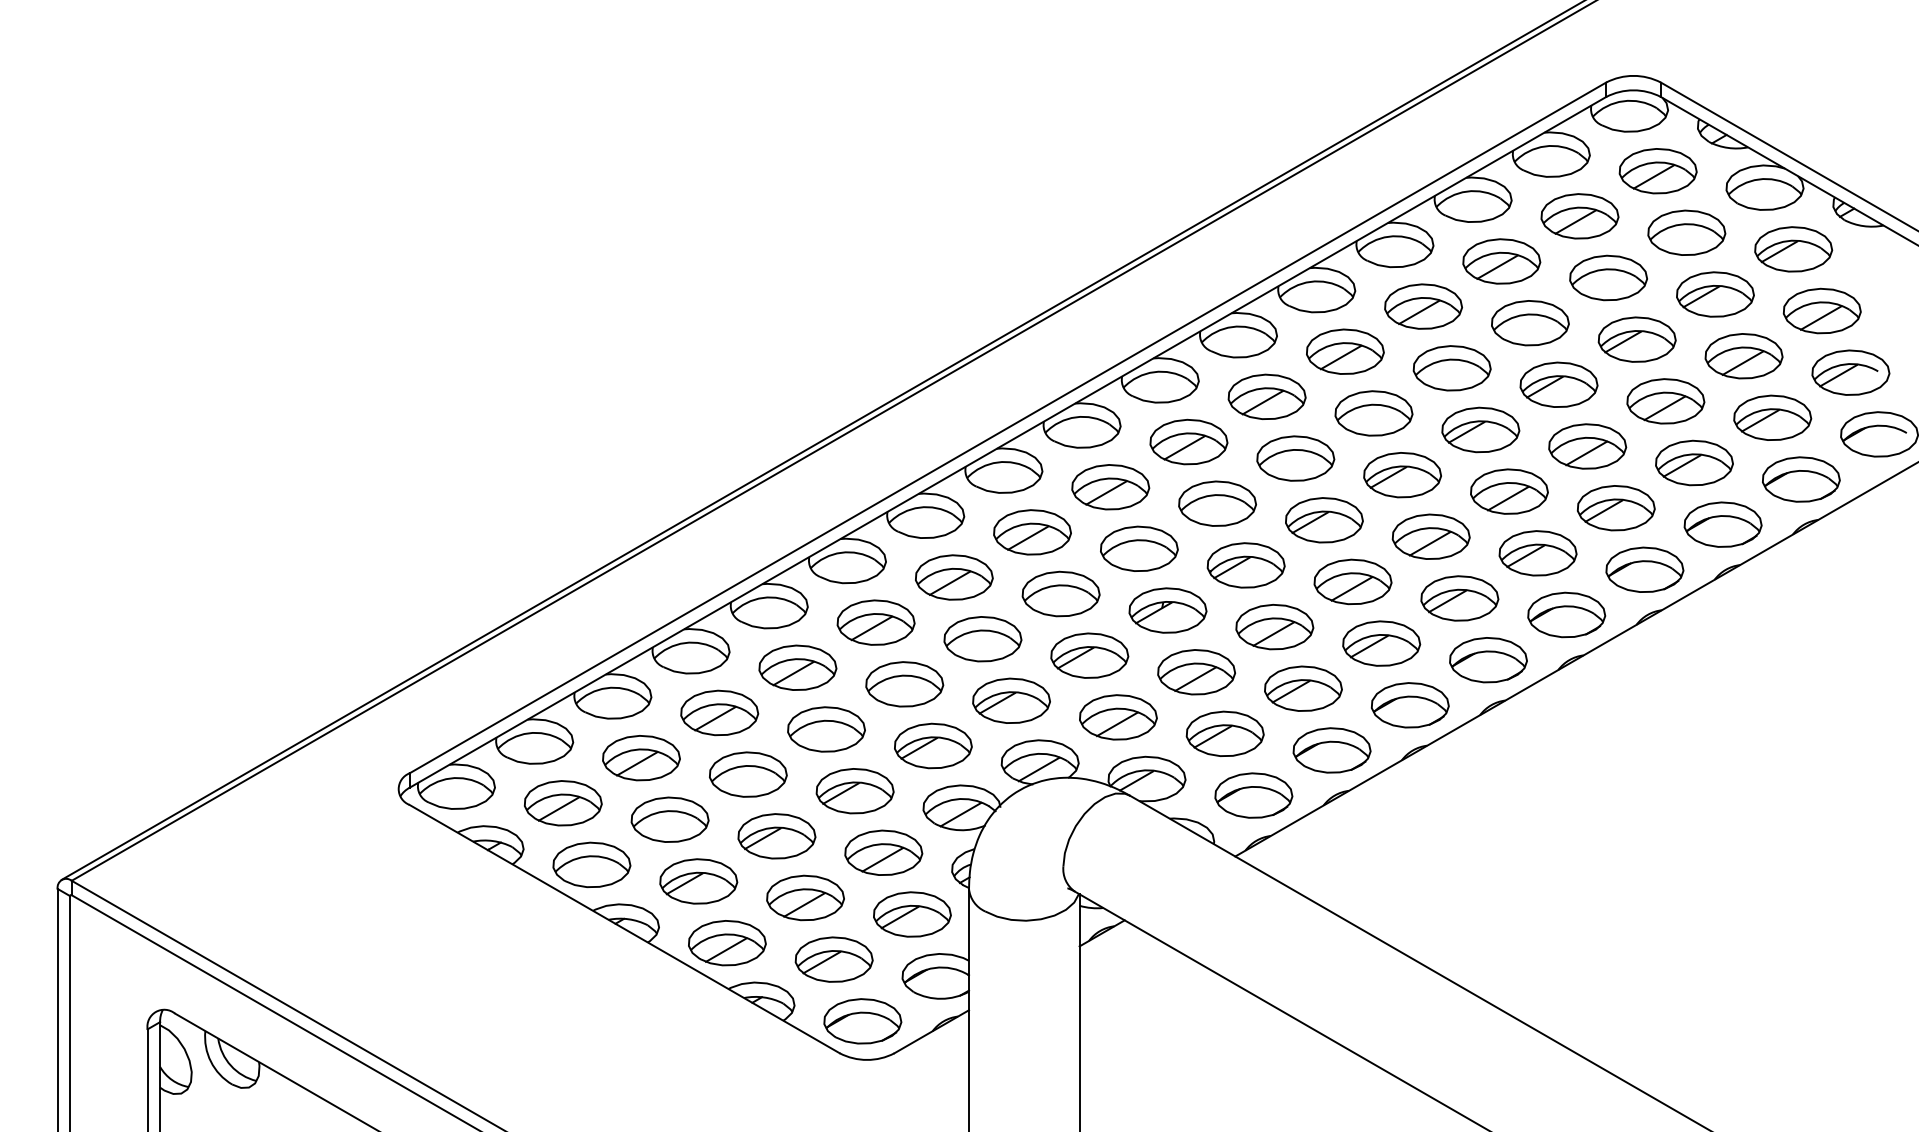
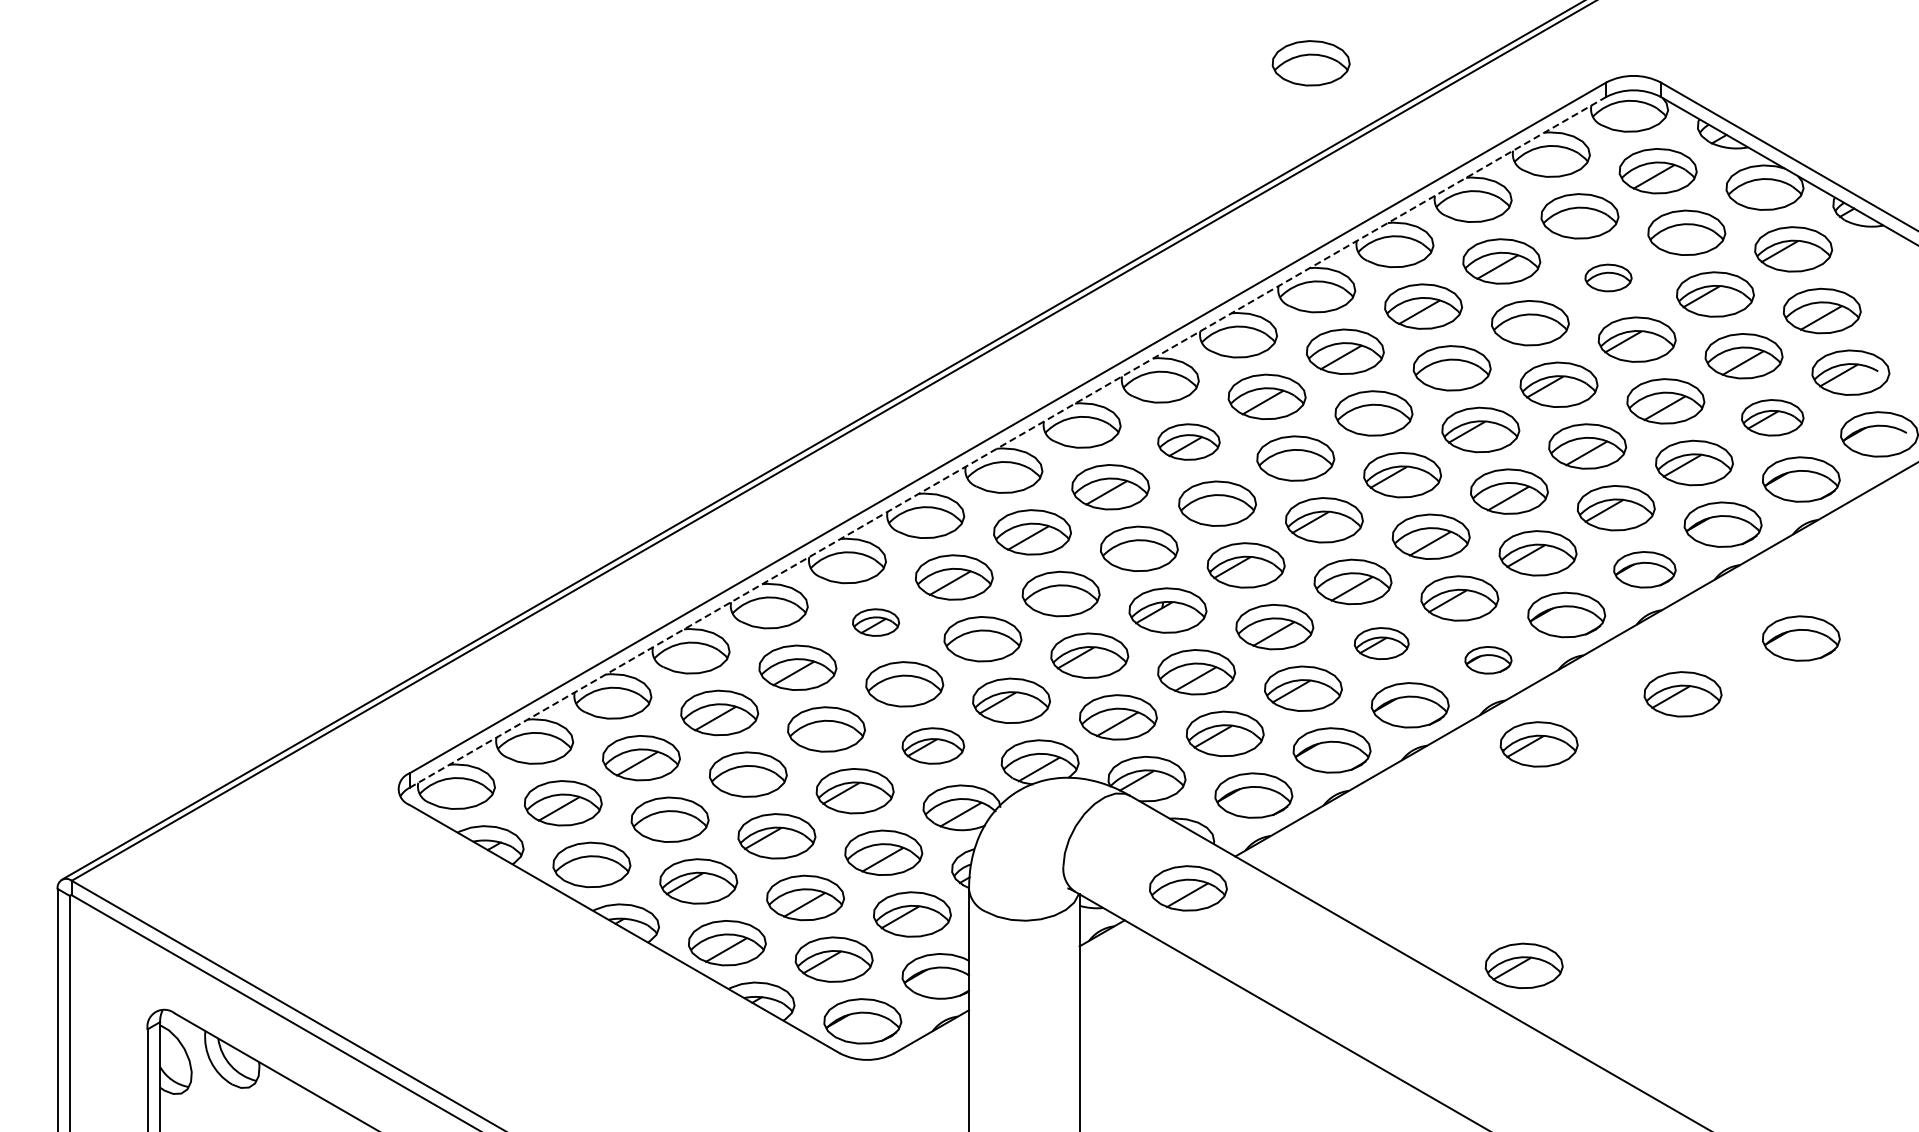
part at (1310, 63): none -> present
line at (1575, 221): present -> none
part at (1608, 277) size: 79x48 px -> 49x30 px
part at (1772, 417) size: 80x47 px -> 64x38 px
part at (1188, 441) size: 80x48 px -> 64x38 px
line at (1007, 442): solid -> dashed
part at (1644, 569) size: 80x47 px -> 64x38 px
part at (875, 622) size: 80x47 px -> 49x29 px
part at (1801, 638): none -> present
part at (1381, 643) size: 80x47 px -> 57x33 px
part at (1488, 660) size: 79x47 px -> 49x29 px
part at (1682, 694): none -> present
part at (1538, 744): none -> present
part at (933, 745) size: 79x48 px -> 65x38 px
part at (1188, 888): none -> present
part at (1523, 965): none -> present
